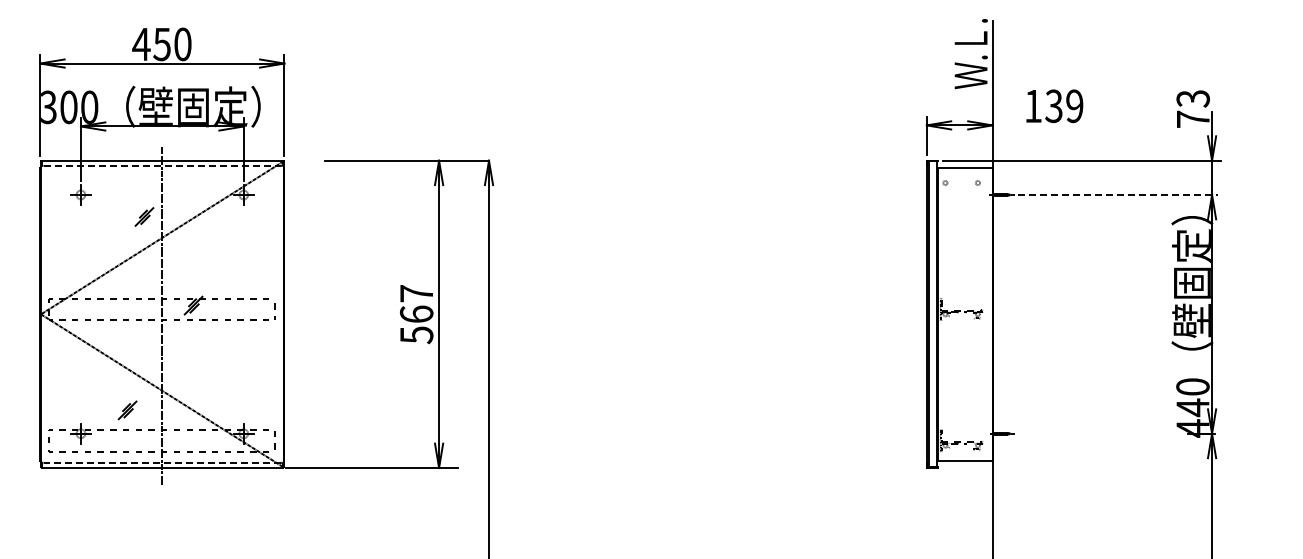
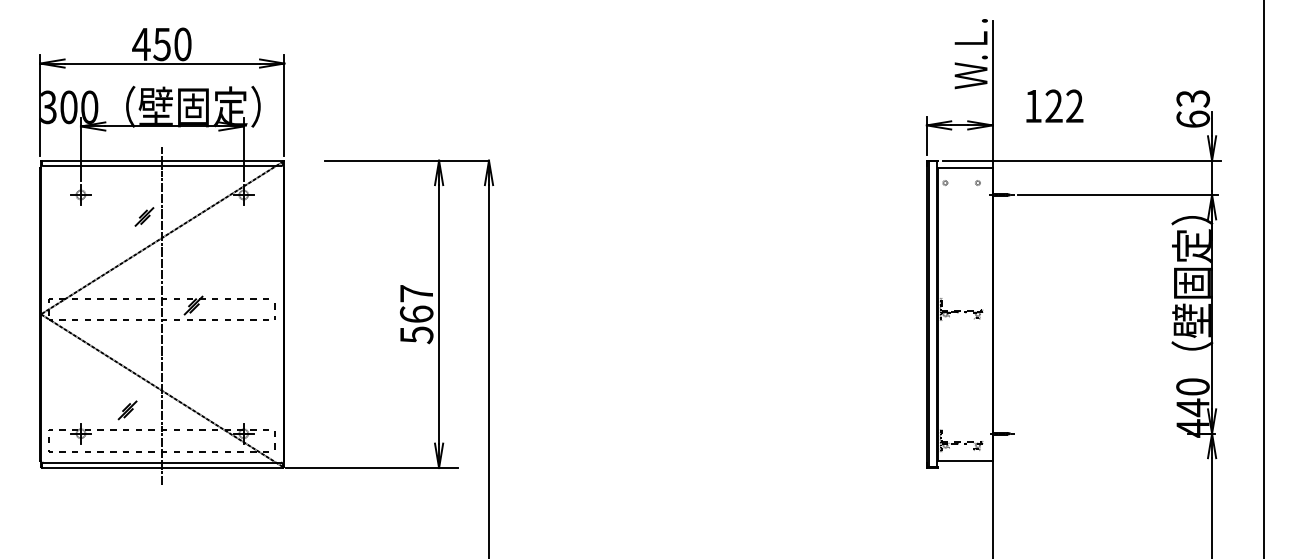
text at (1064, 106): 139 -> 122
text at (1193, 118): 73 -> 63
line at (162, 166): dashed -> solid
line at (1117, 194): dashed -> solid
line at (1263, 278): none -> present
line at (162, 462): dashed -> solid
